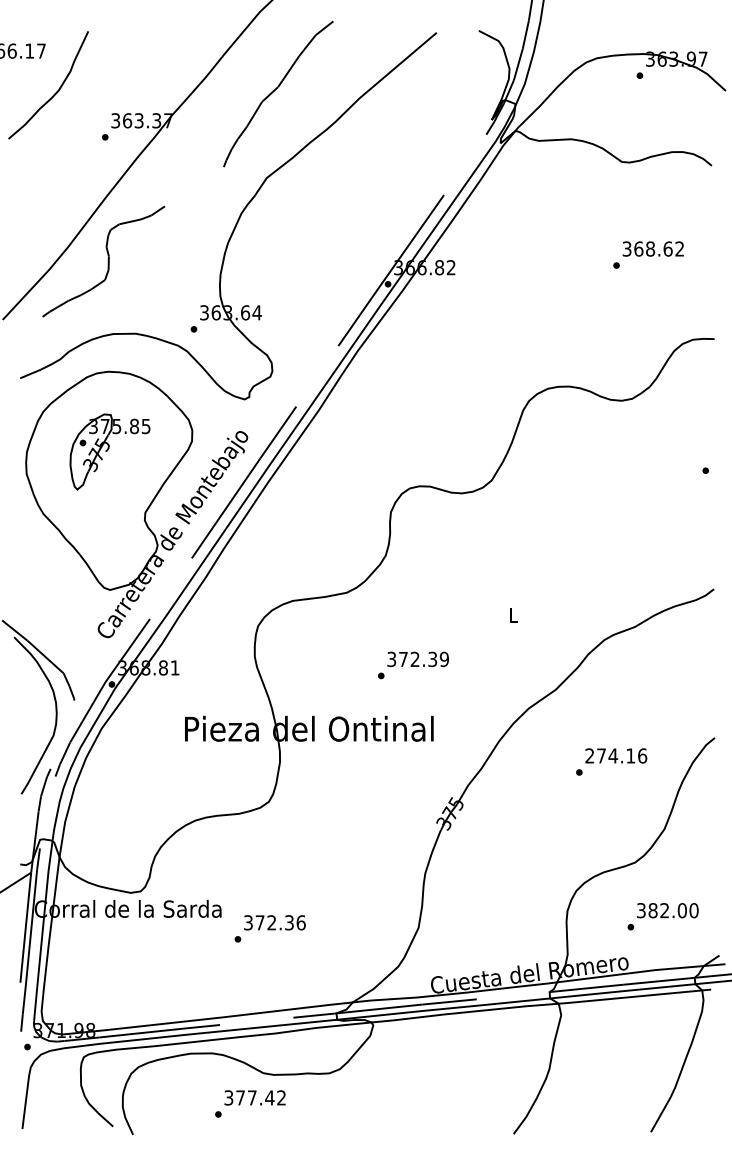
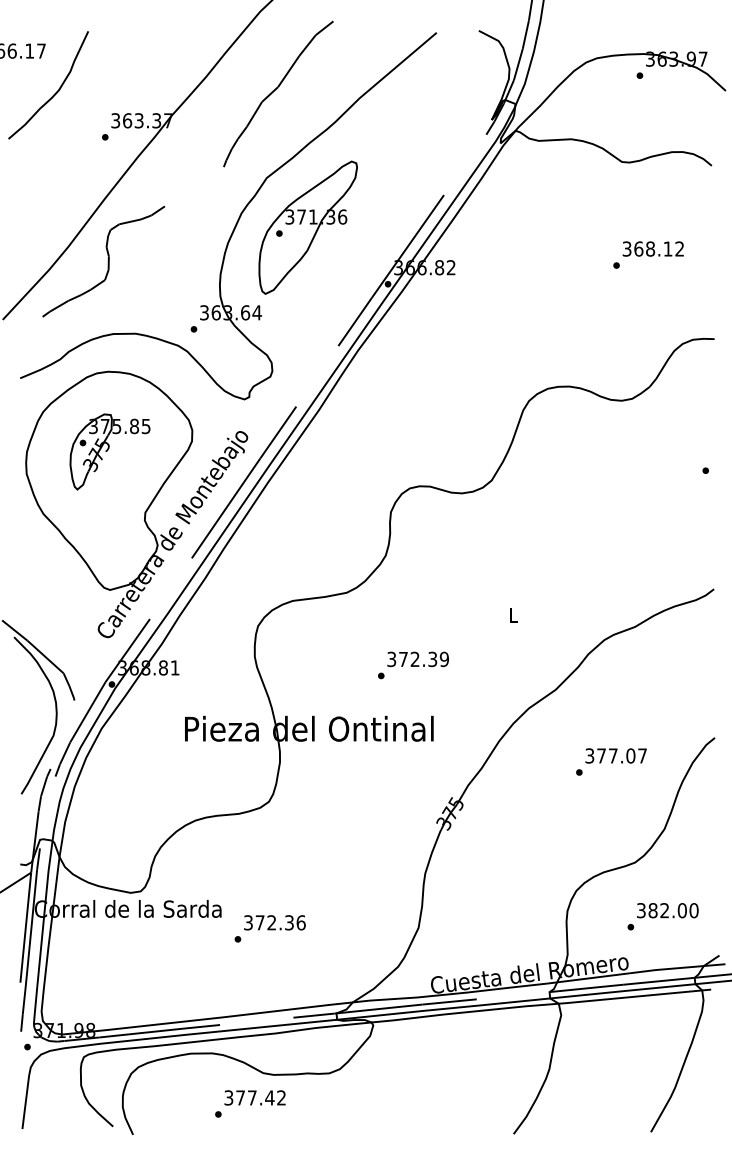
part at (307, 227): none -> present
text at (667, 248): 368.62 -> 368.12
text at (616, 755): 274.16 -> 377.07
